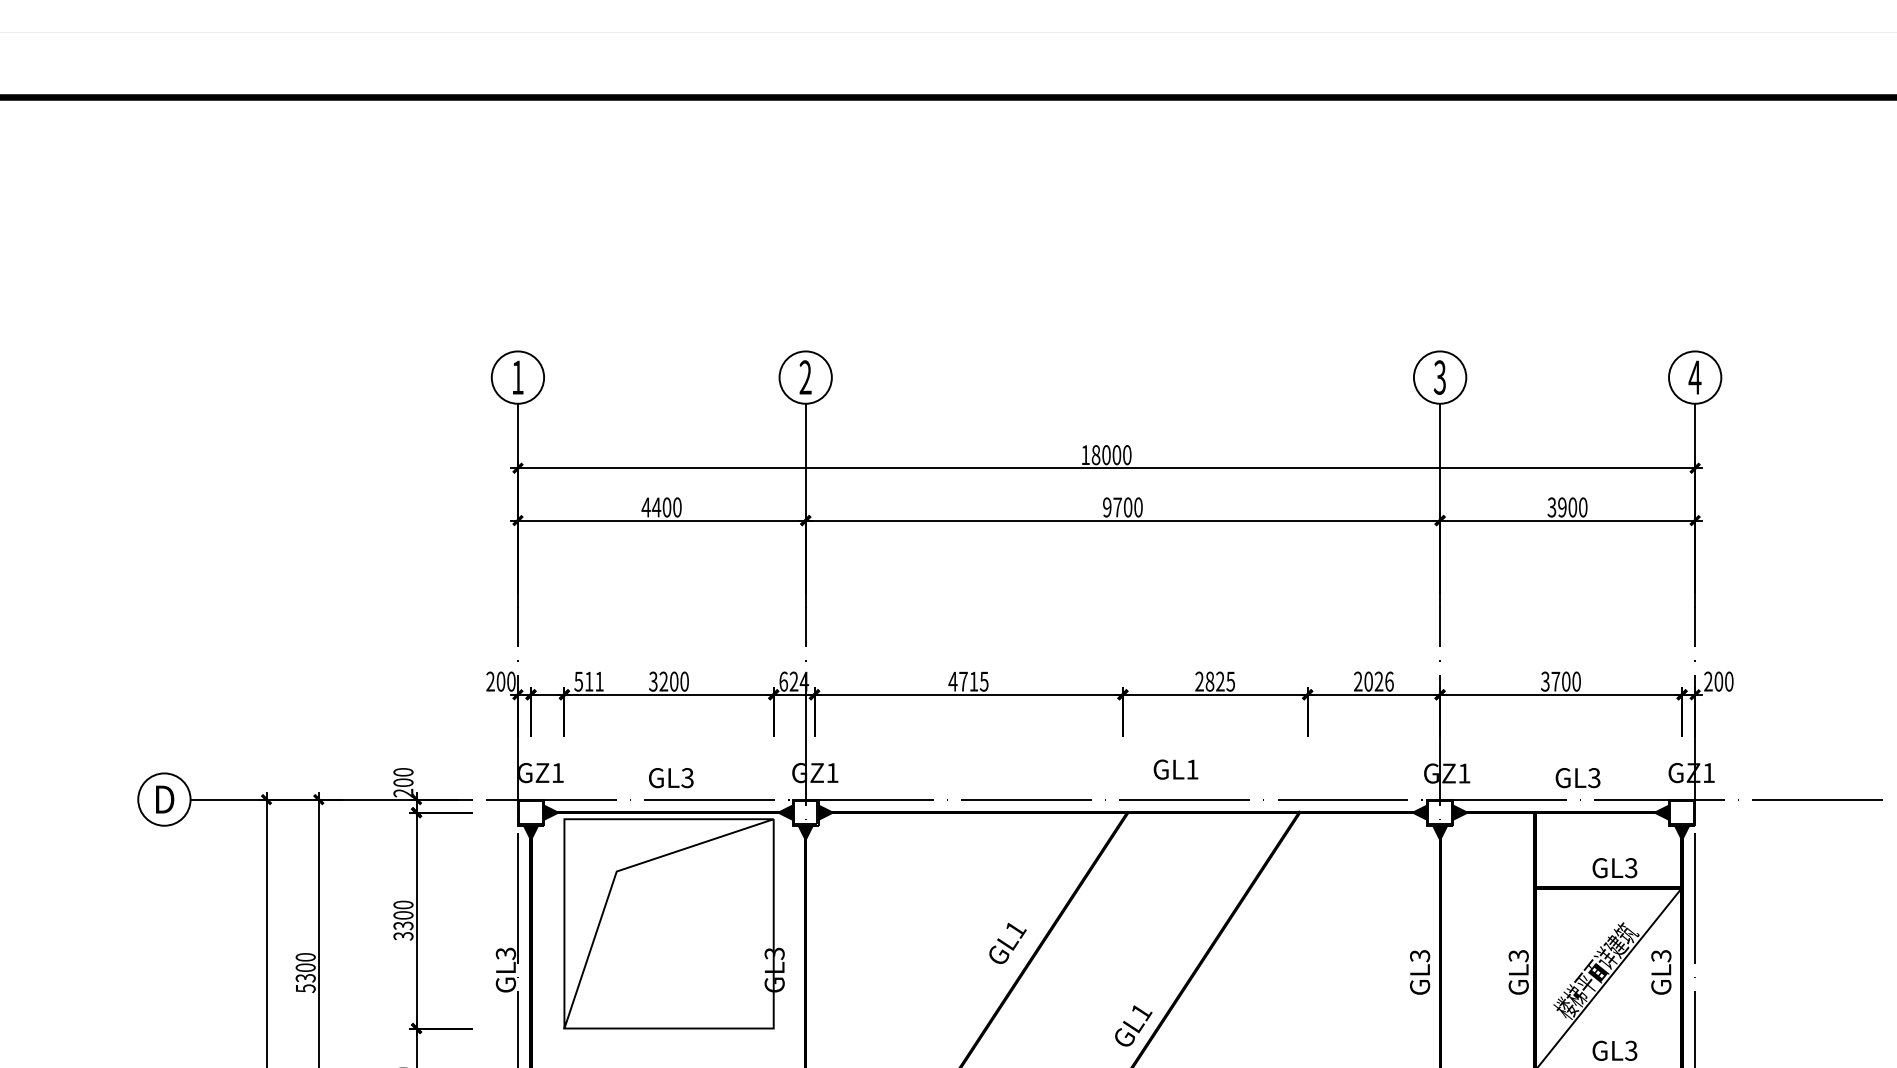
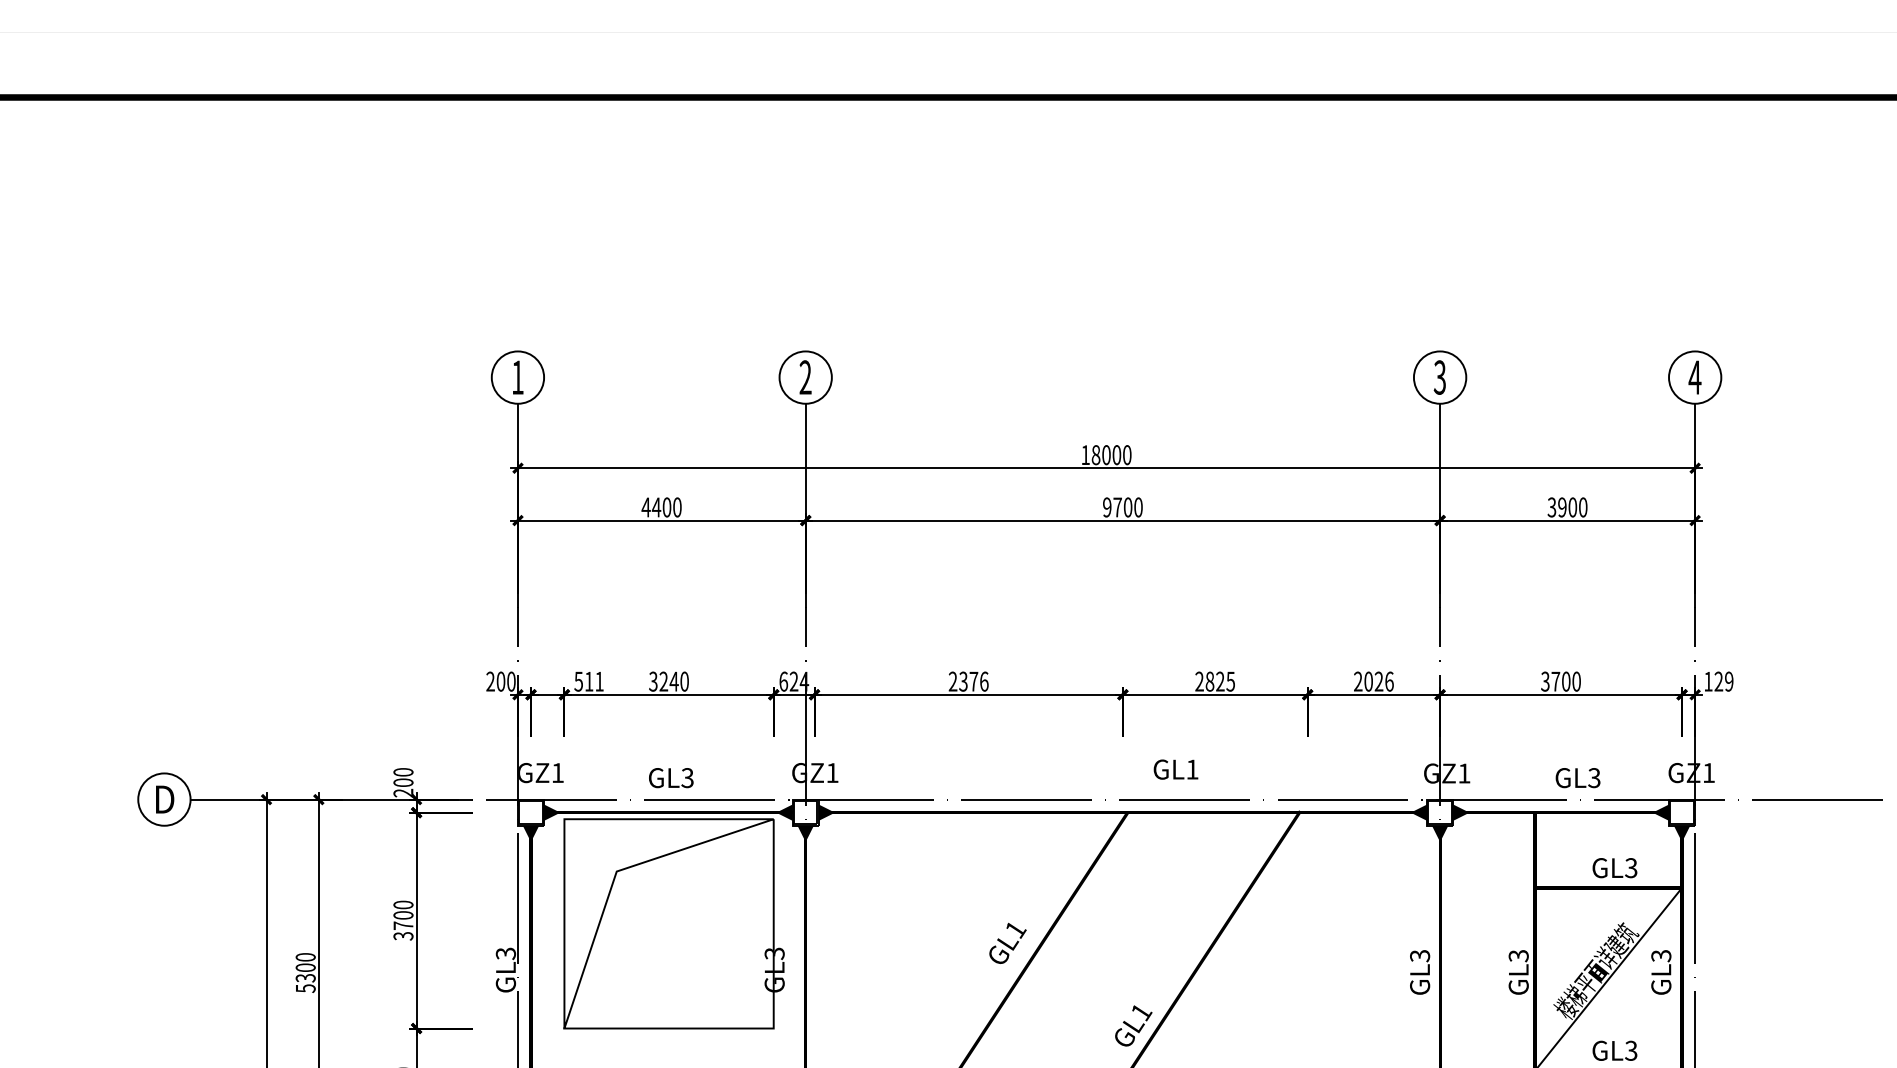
text at (673, 681): 3200 -> 3240
text at (968, 681): 4715 -> 2376
text at (1718, 681): 200 -> 129
text at (403, 925): 3300 -> 3700
